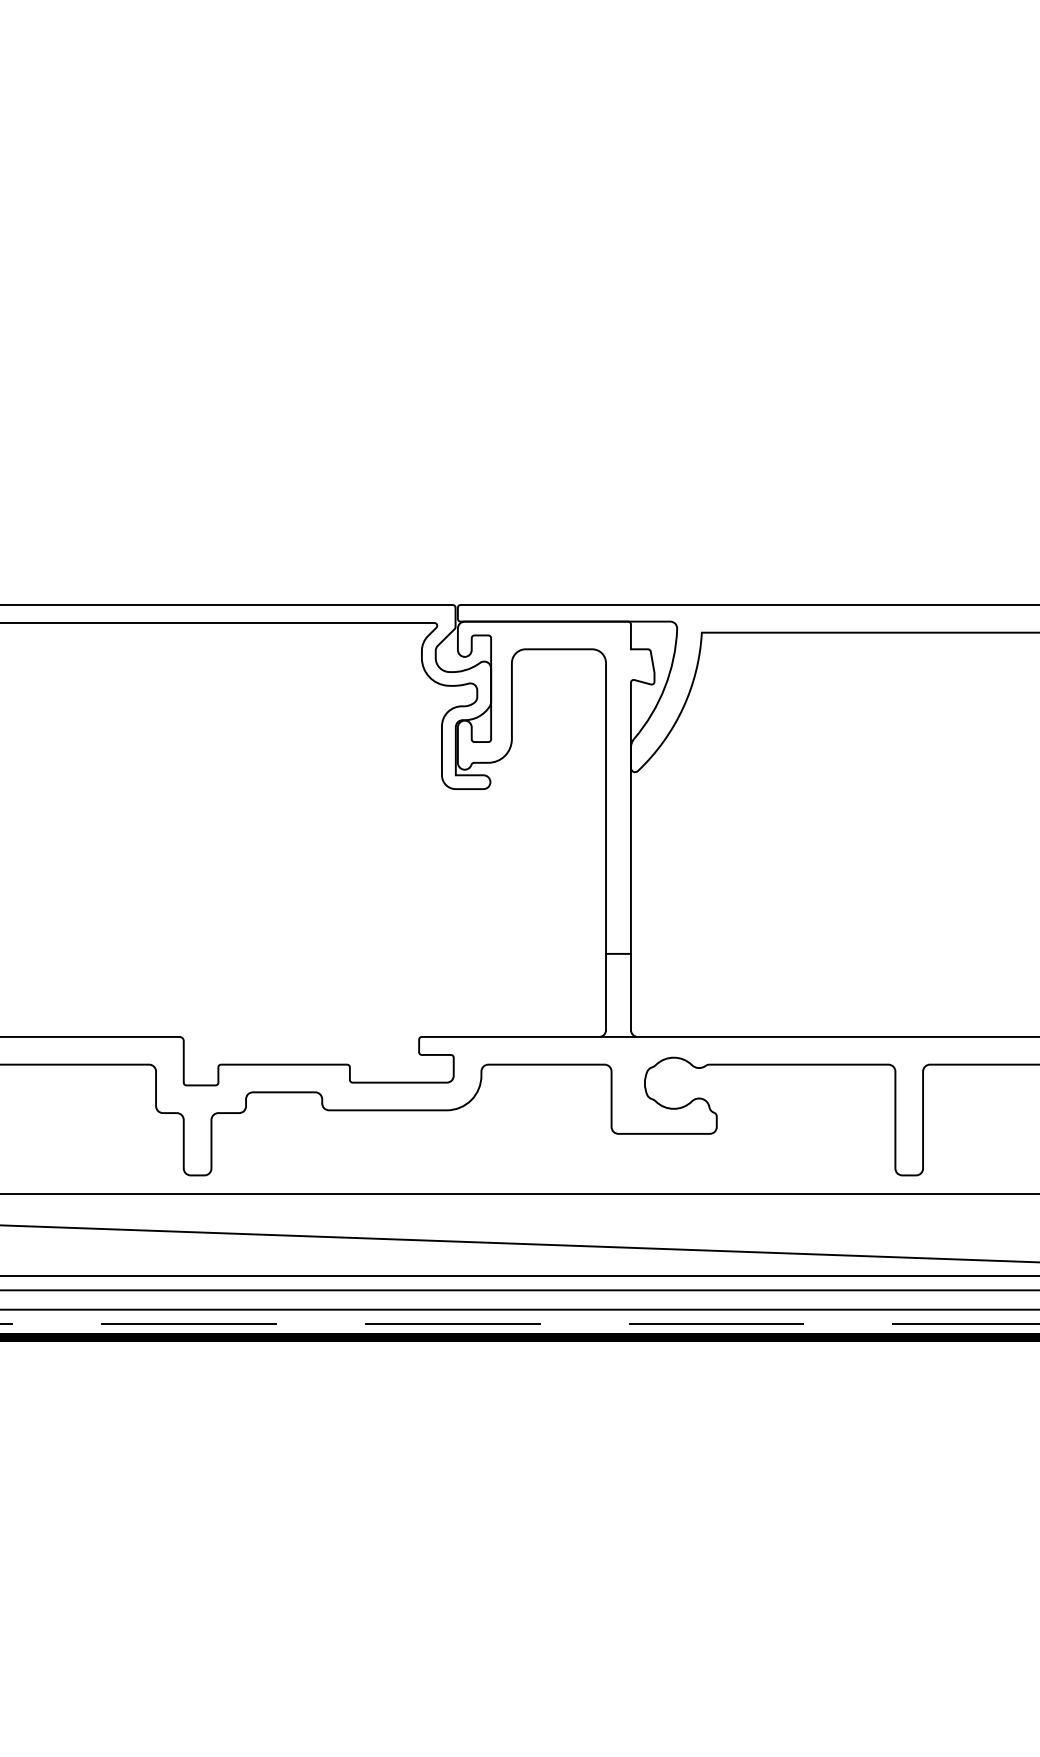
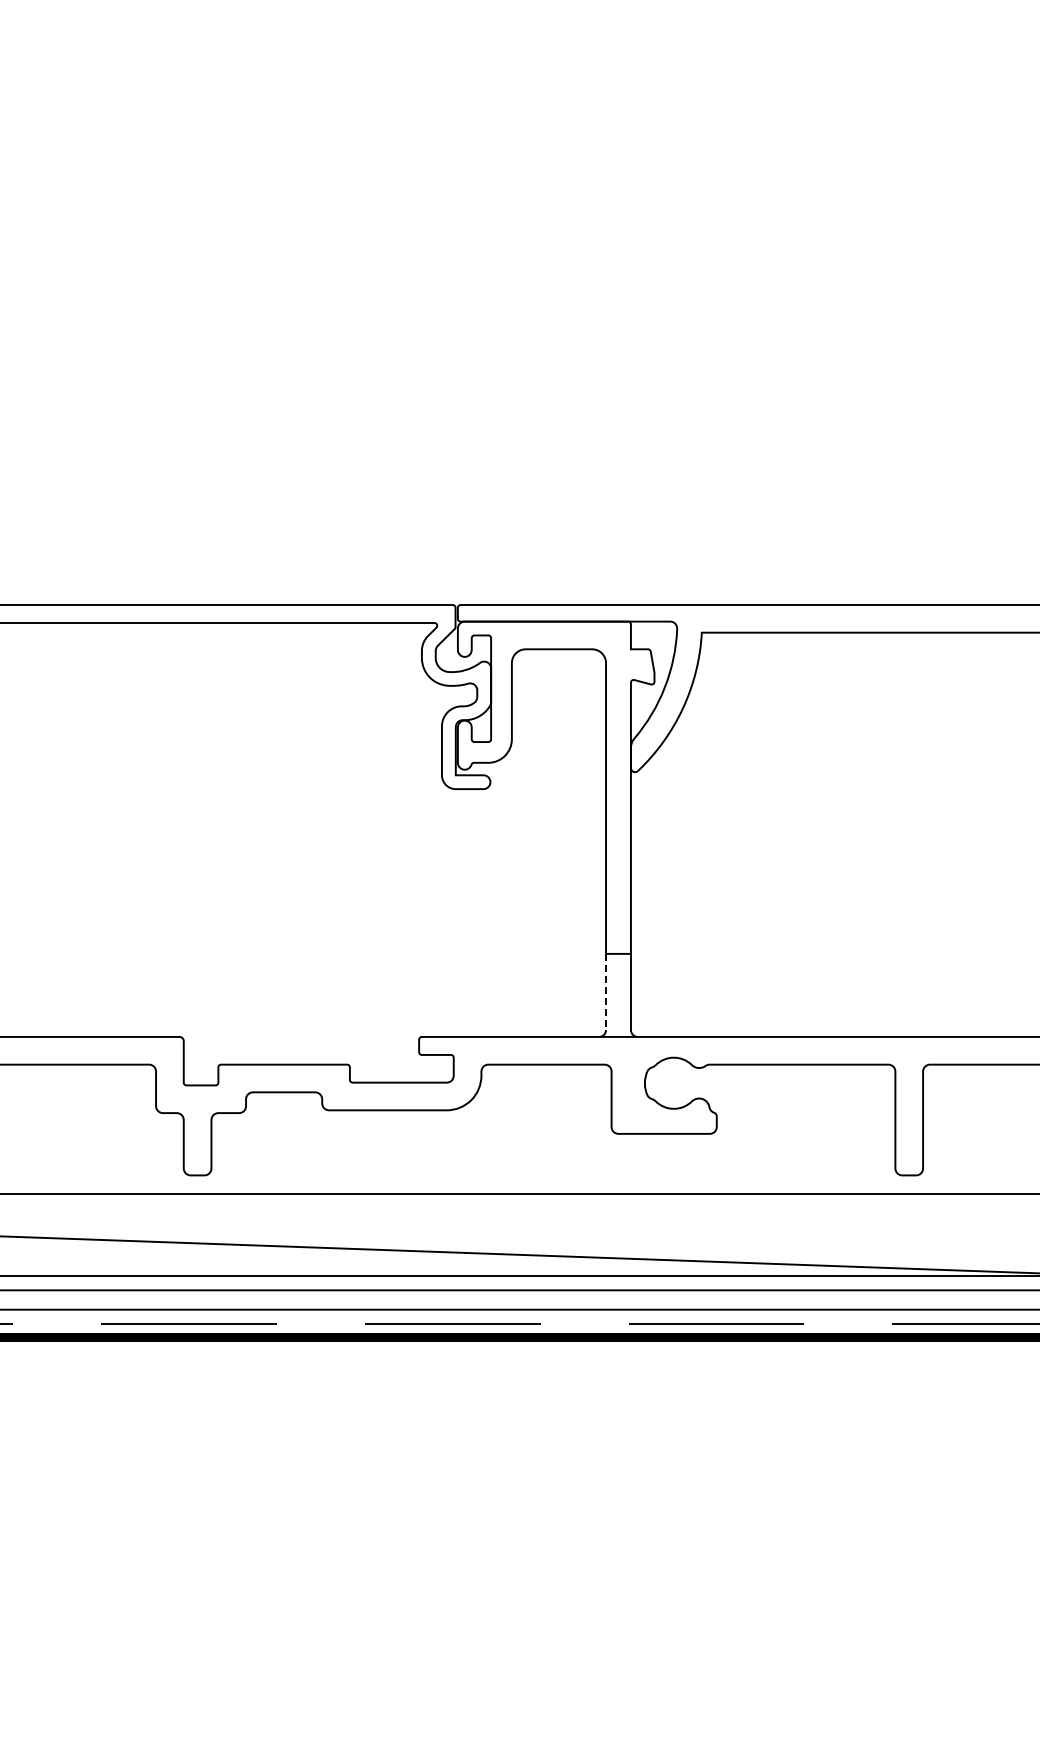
line at (606, 992): solid -> dashed
line at (519, 1243) position: (519, 1243) -> (519, 1254)
